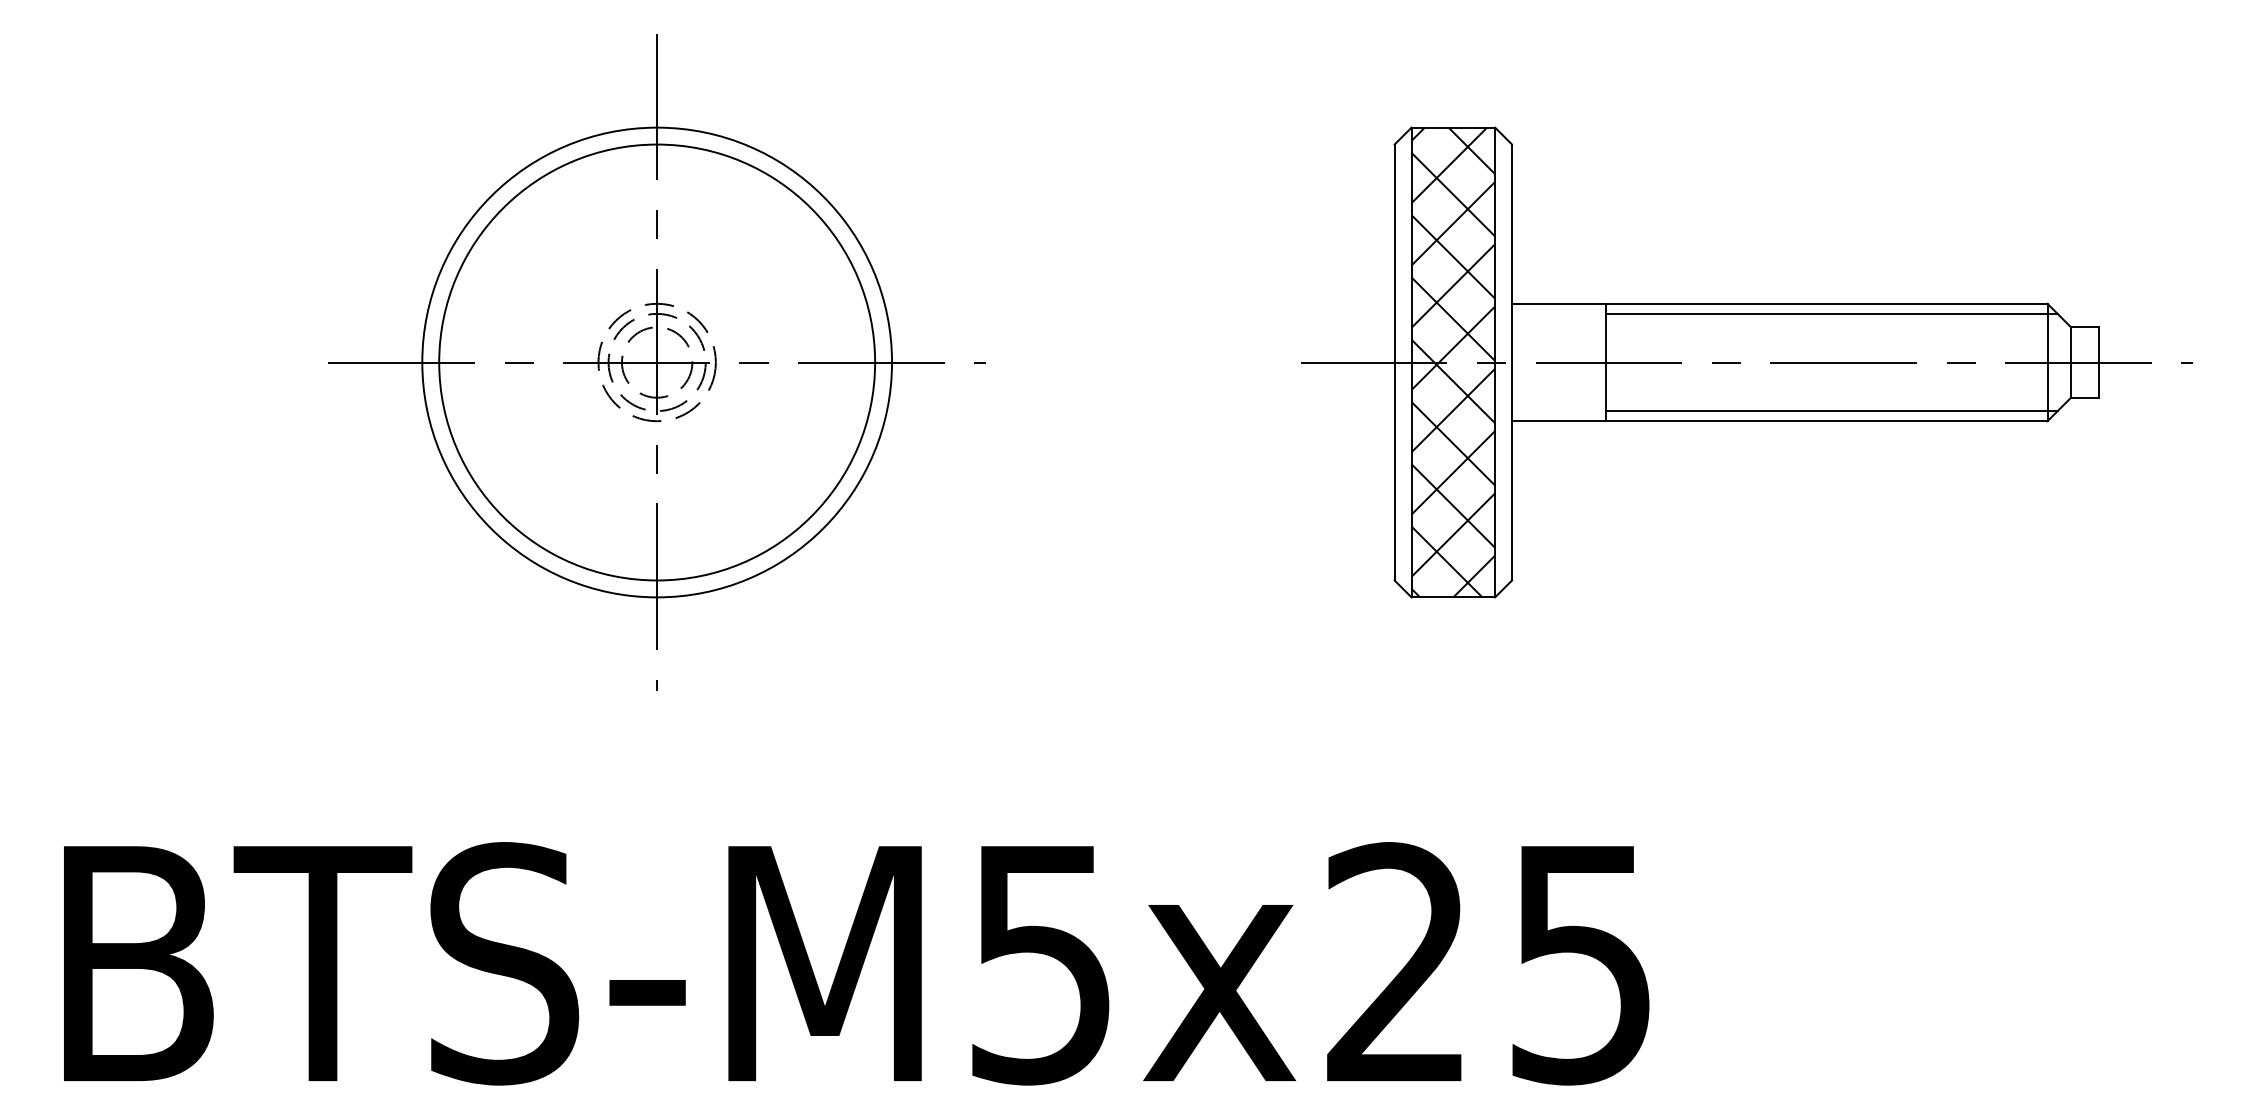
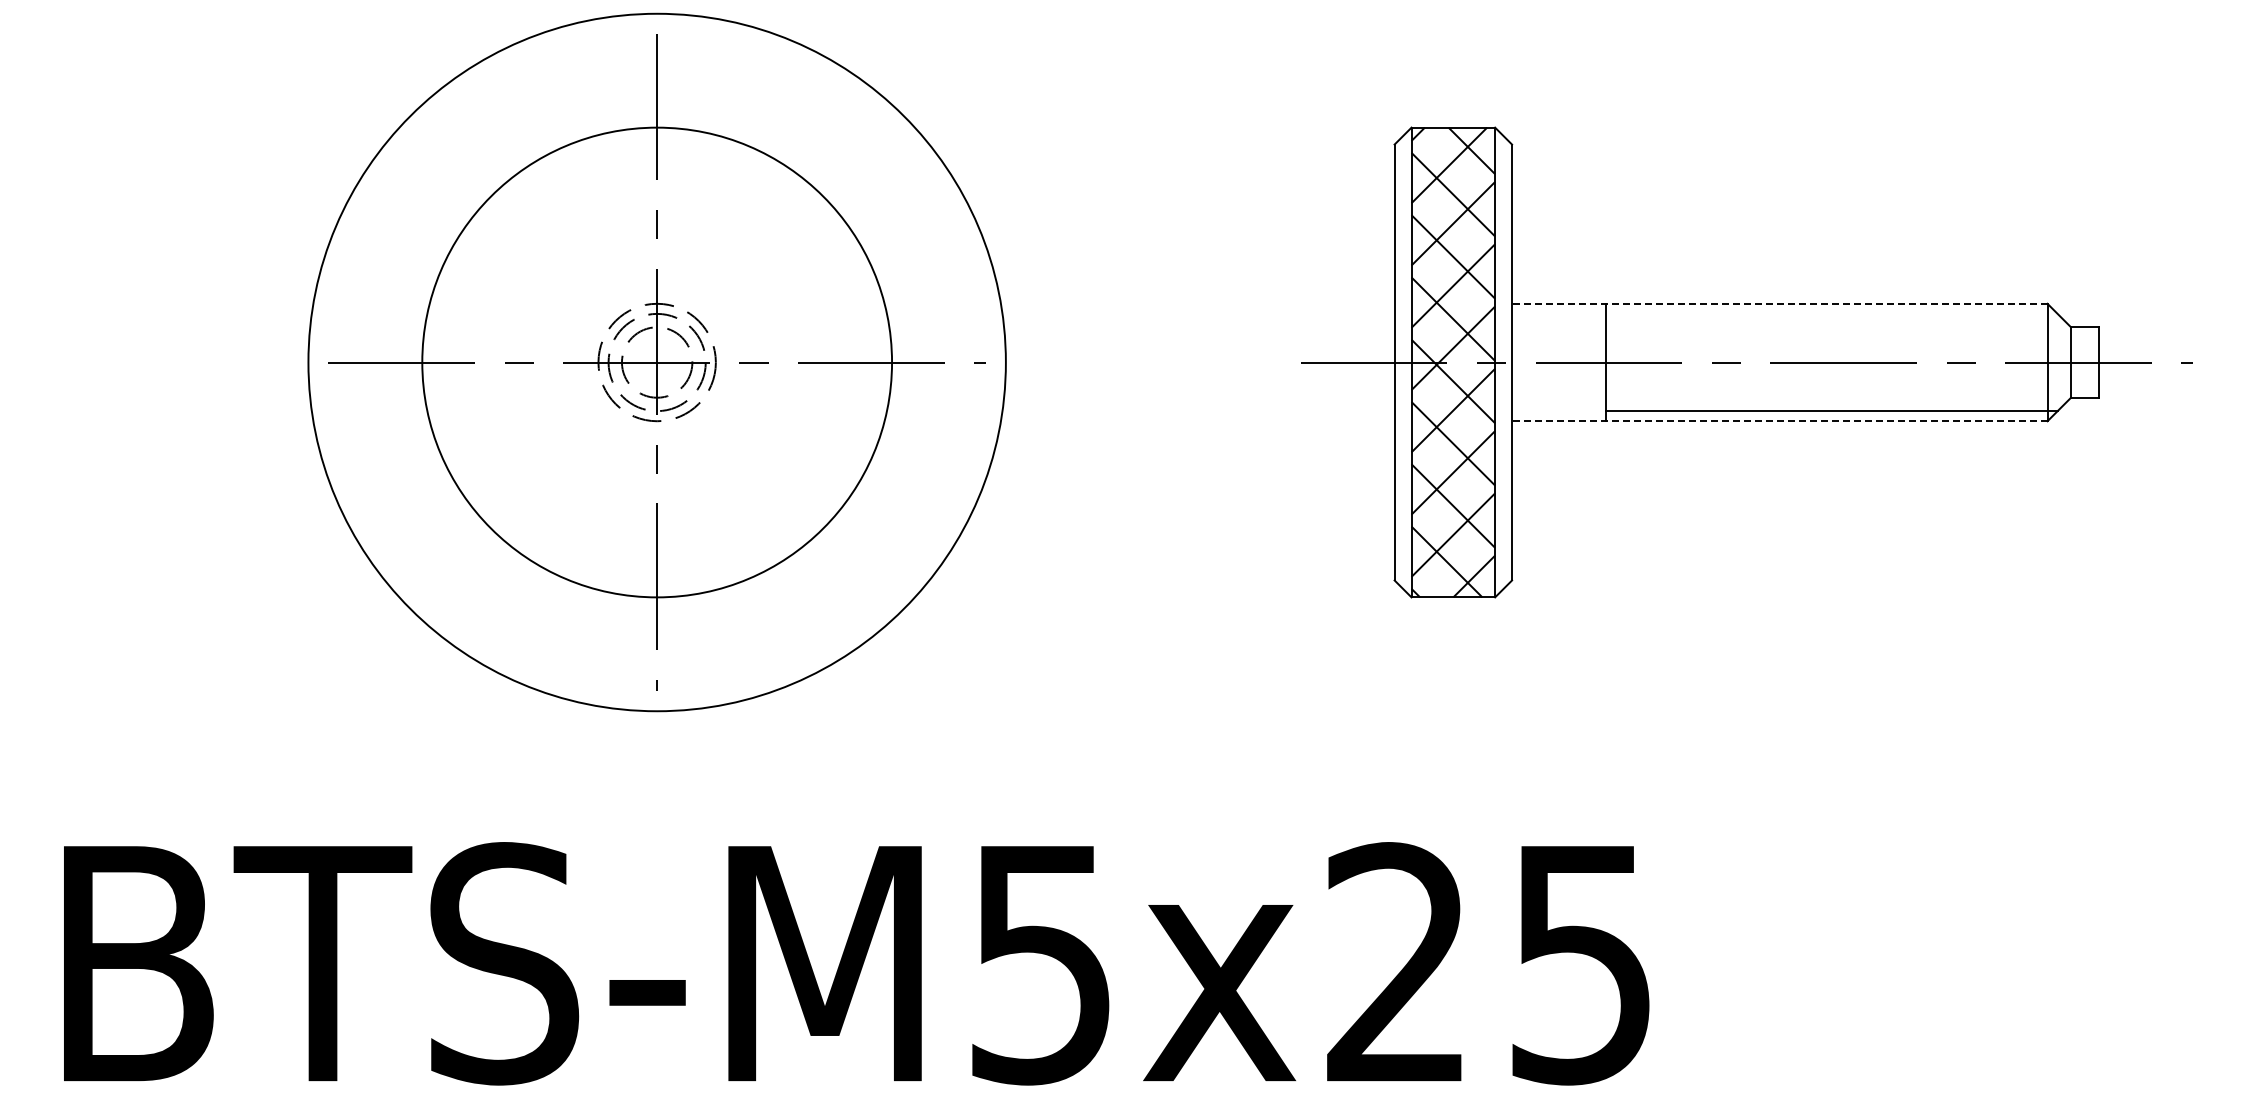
line at (1779, 303): solid -> dashed
line at (1831, 313): present -> none
circle at (657, 362) diameter: 436 px -> 697 px
line at (1779, 421): solid -> dashed
